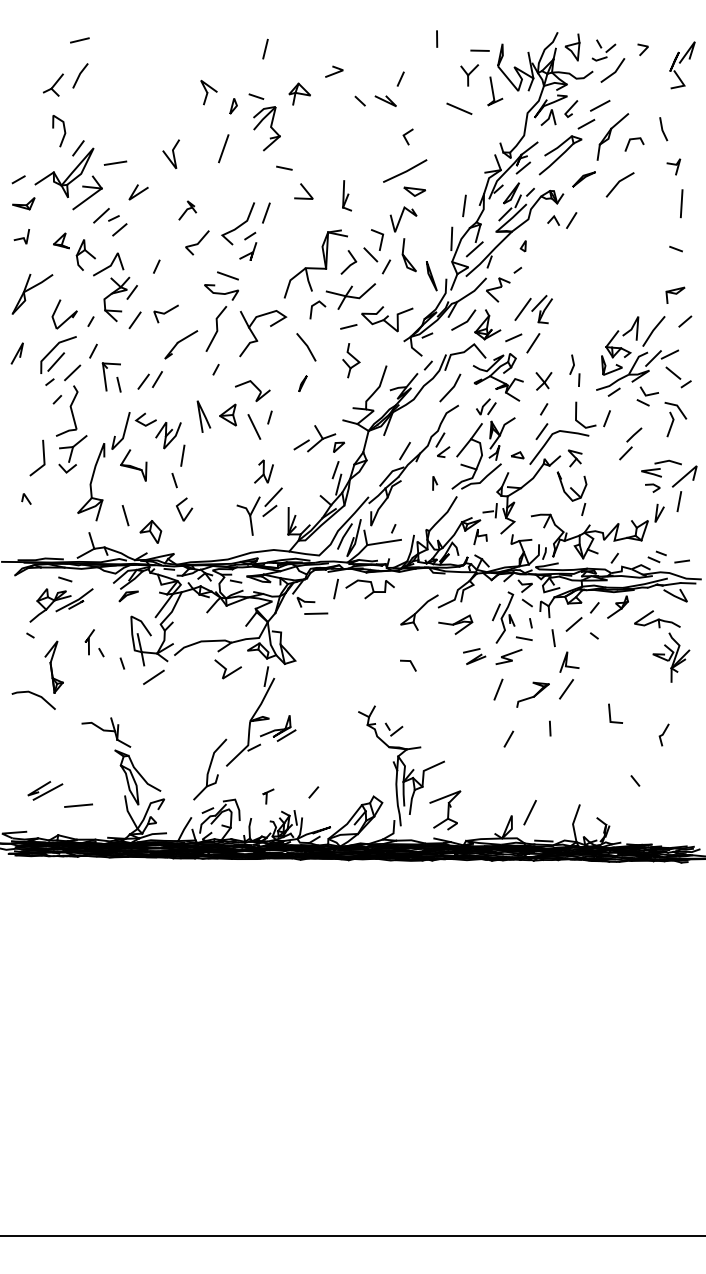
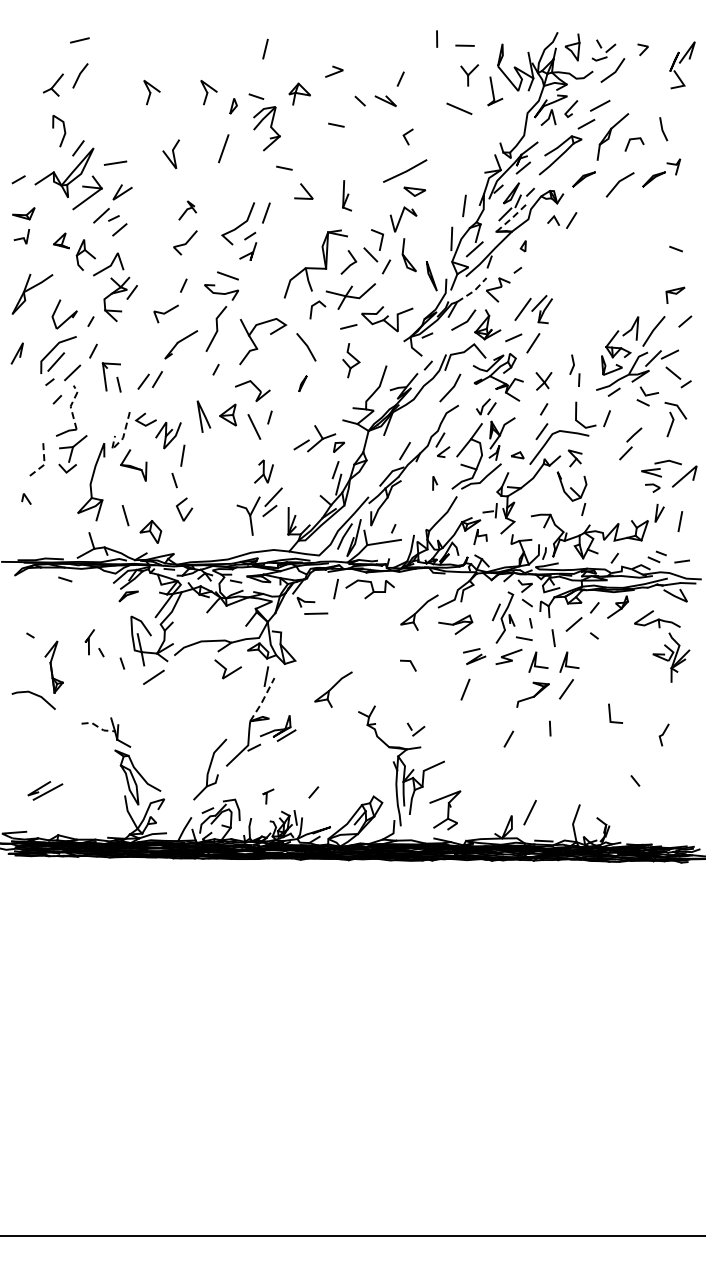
line at (479, 50) position: (479, 50) -> (464, 45)
part at (151, 92): none -> present
line at (336, 124): none -> present
part at (653, 179): none -> present
line at (138, 192) position: (138, 192) -> (122, 192)
part at (23, 203) position: (23, 203) -> (23, 213)
line at (681, 203): present -> none
line at (512, 217): solid -> dashed
line at (197, 242) position: (197, 242) -> (185, 242)
line at (156, 266) position: (156, 266) -> (183, 285)
line at (473, 291): solid -> dashed
line at (134, 320): present -> none
part at (256, 337) position: (256, 337) -> (256, 345)
line at (71, 405): solid -> dashed
line at (122, 439): solid -> dashed
line at (44, 461): solid -> dashed
line at (679, 501) position: (679, 501) -> (680, 521)
part at (61, 605): present -> none
part at (538, 661): none -> present
part at (333, 689): none -> present
line at (498, 689) position: (498, 689) -> (465, 689)
line at (262, 700): solid -> dashed
line at (98, 726): solid -> dashed
part at (393, 729) position: (393, 729) -> (415, 729)
line at (78, 805): present -> none
